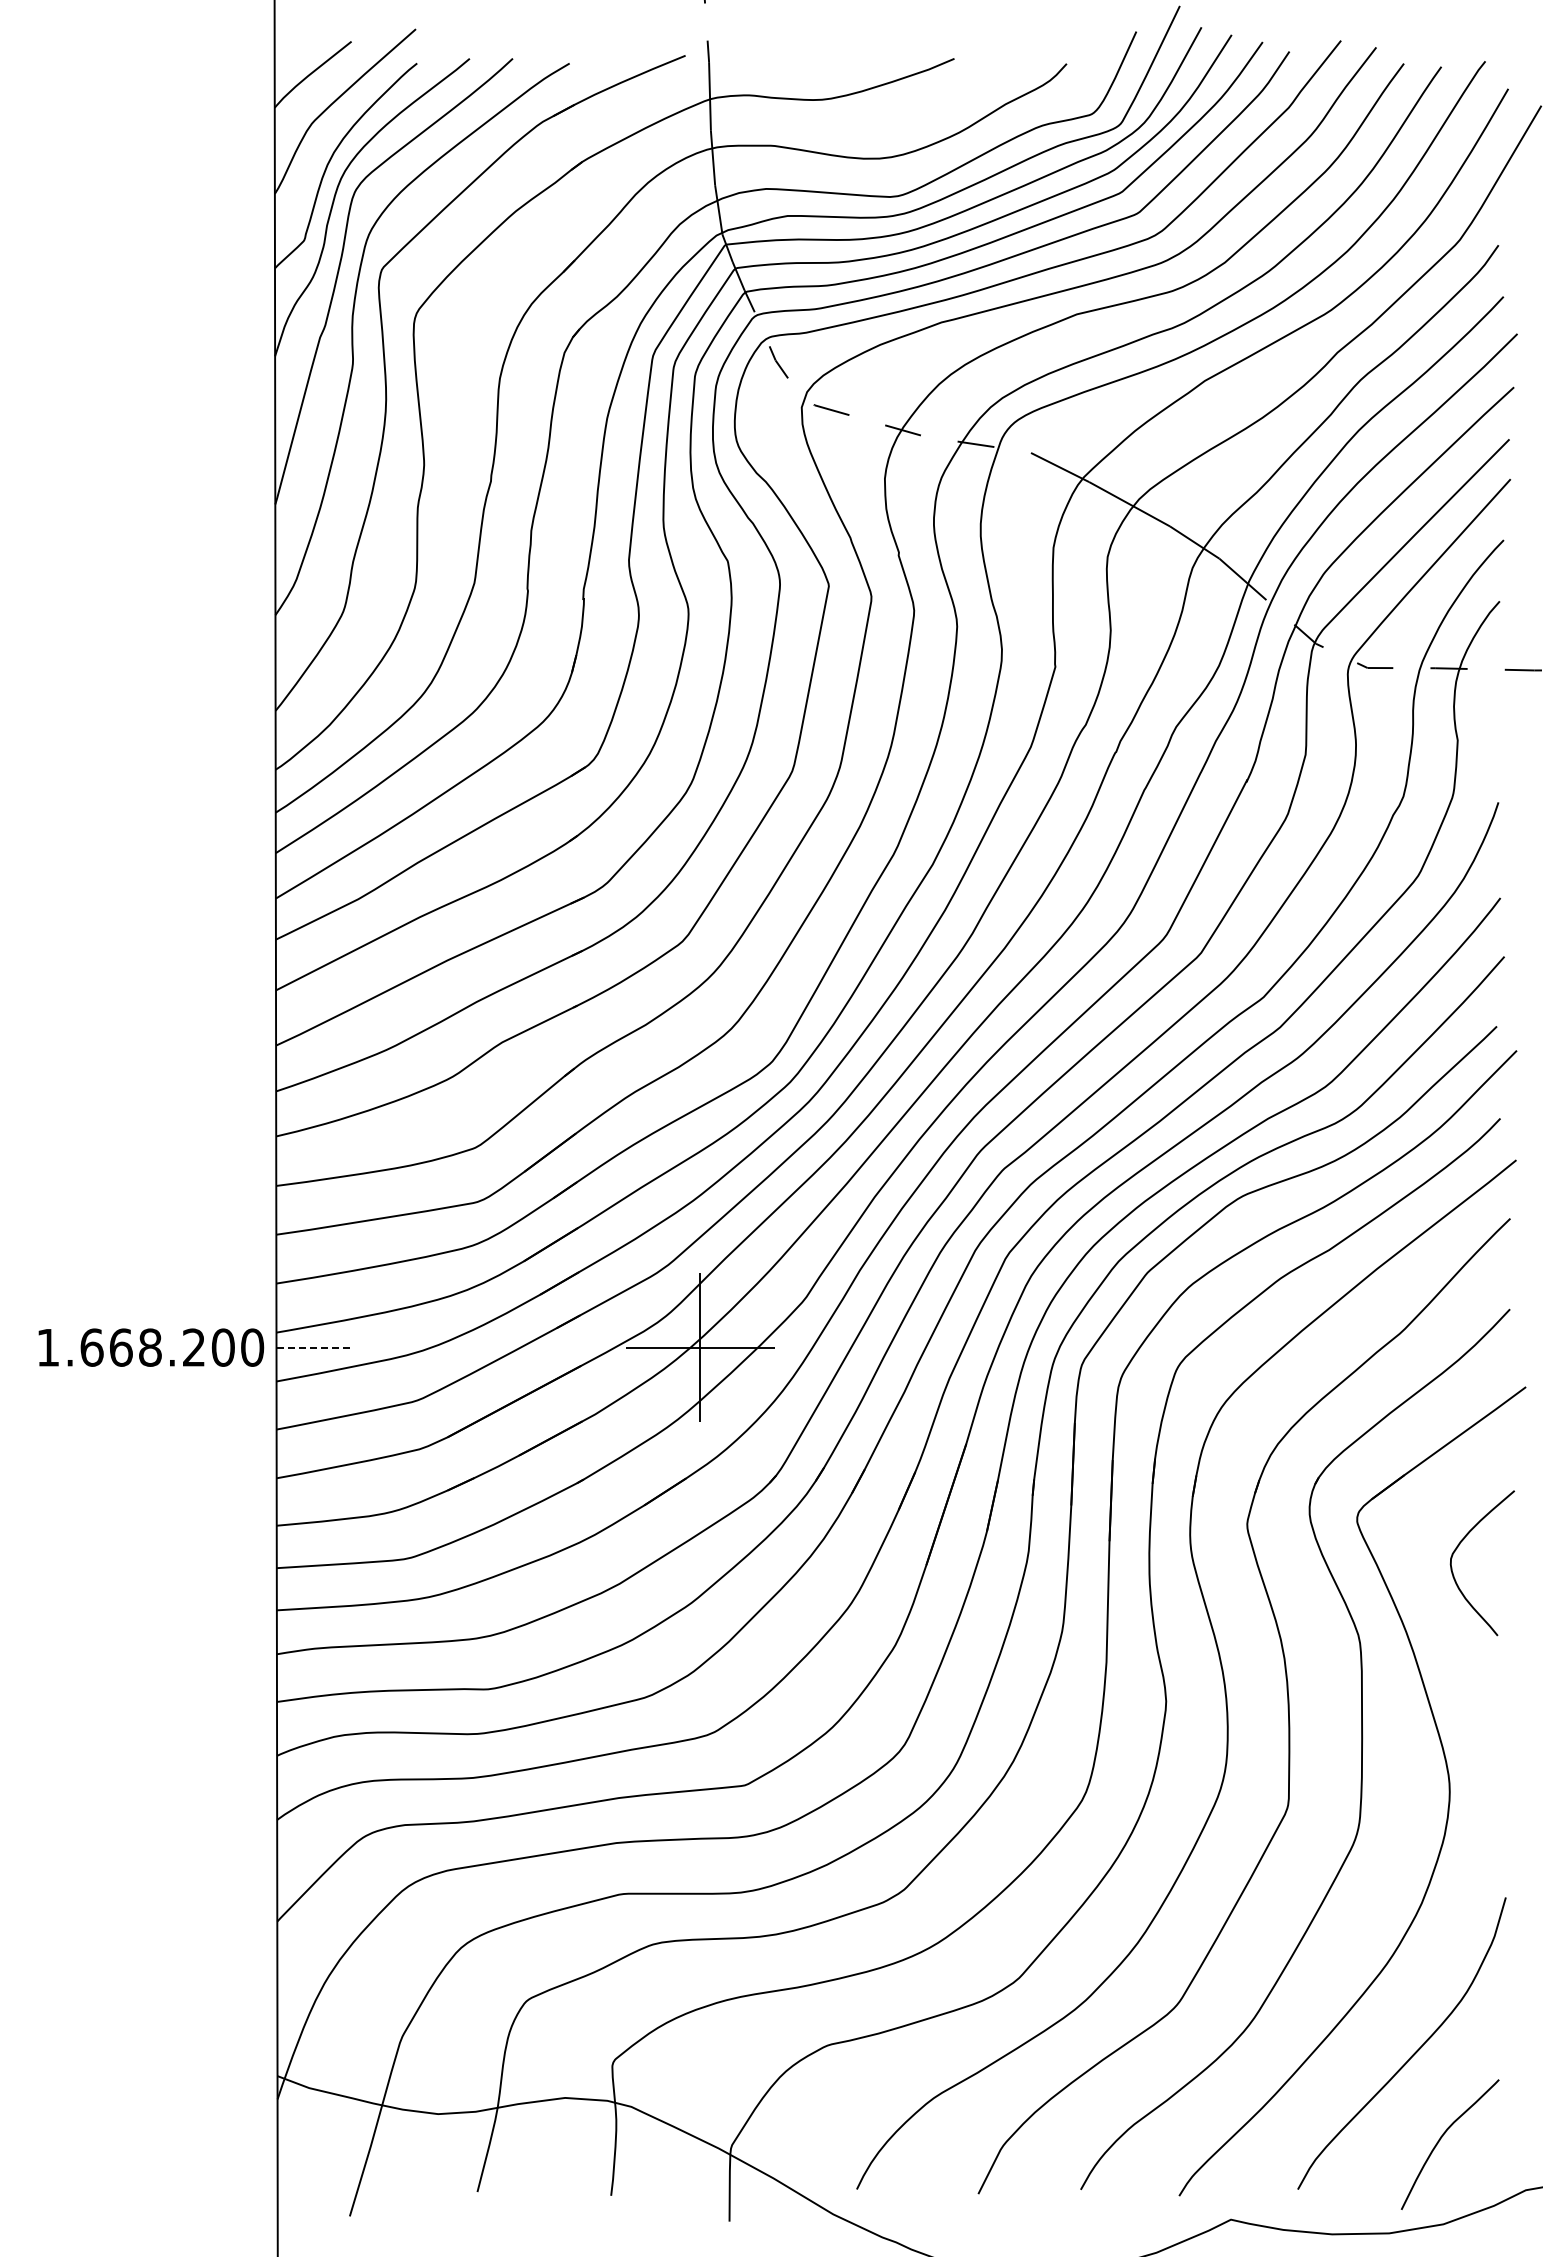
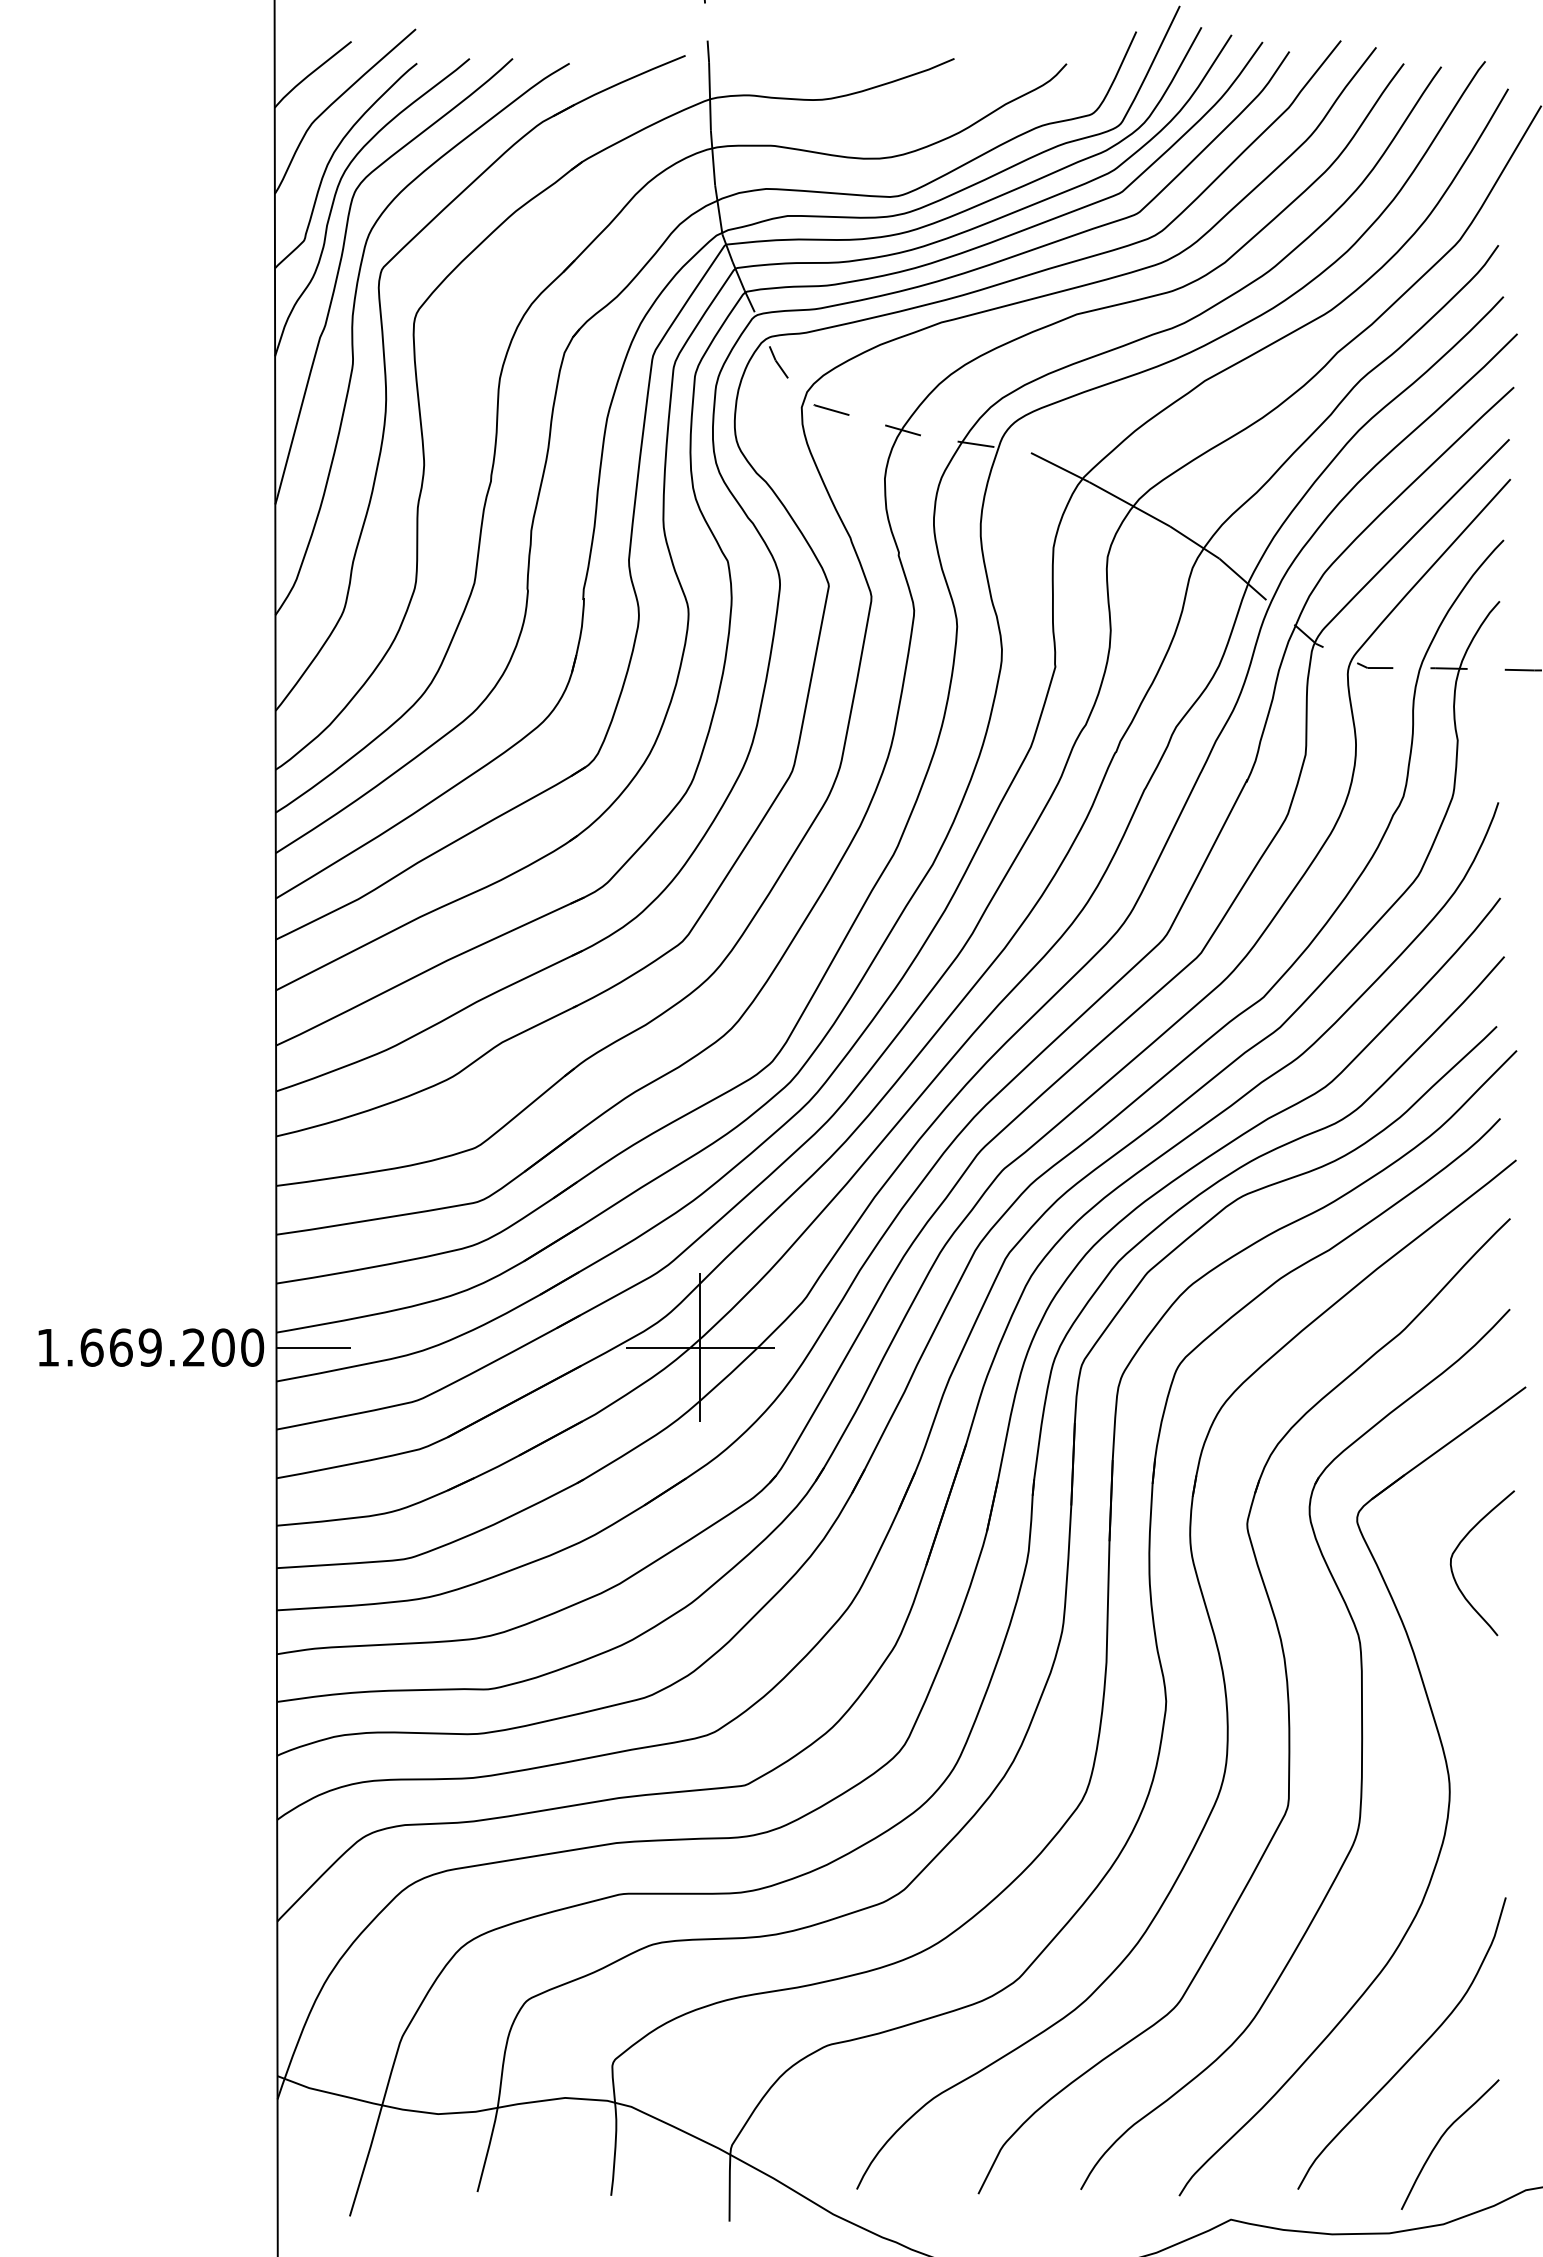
text at (149, 1347): 1.668.200 -> 1.669.200
line at (314, 1347): dashed -> solid
